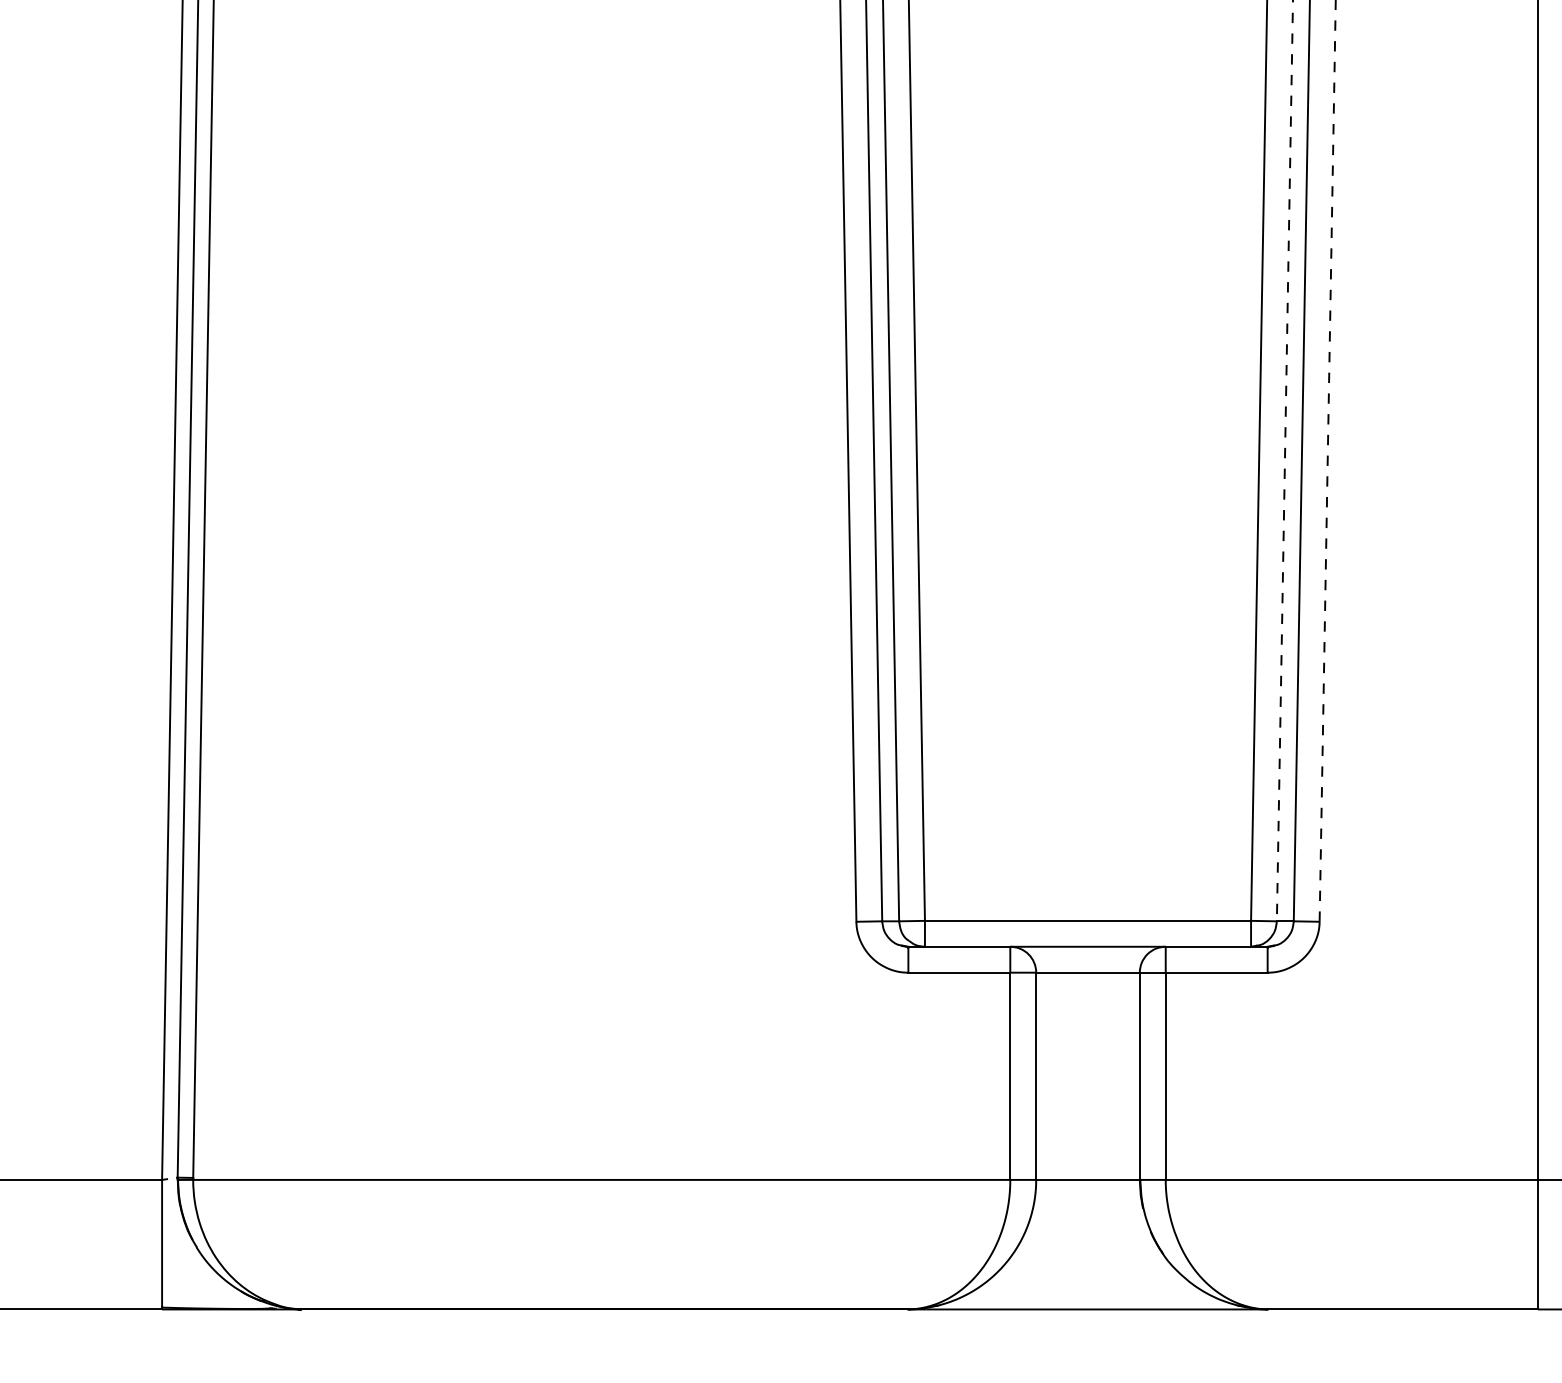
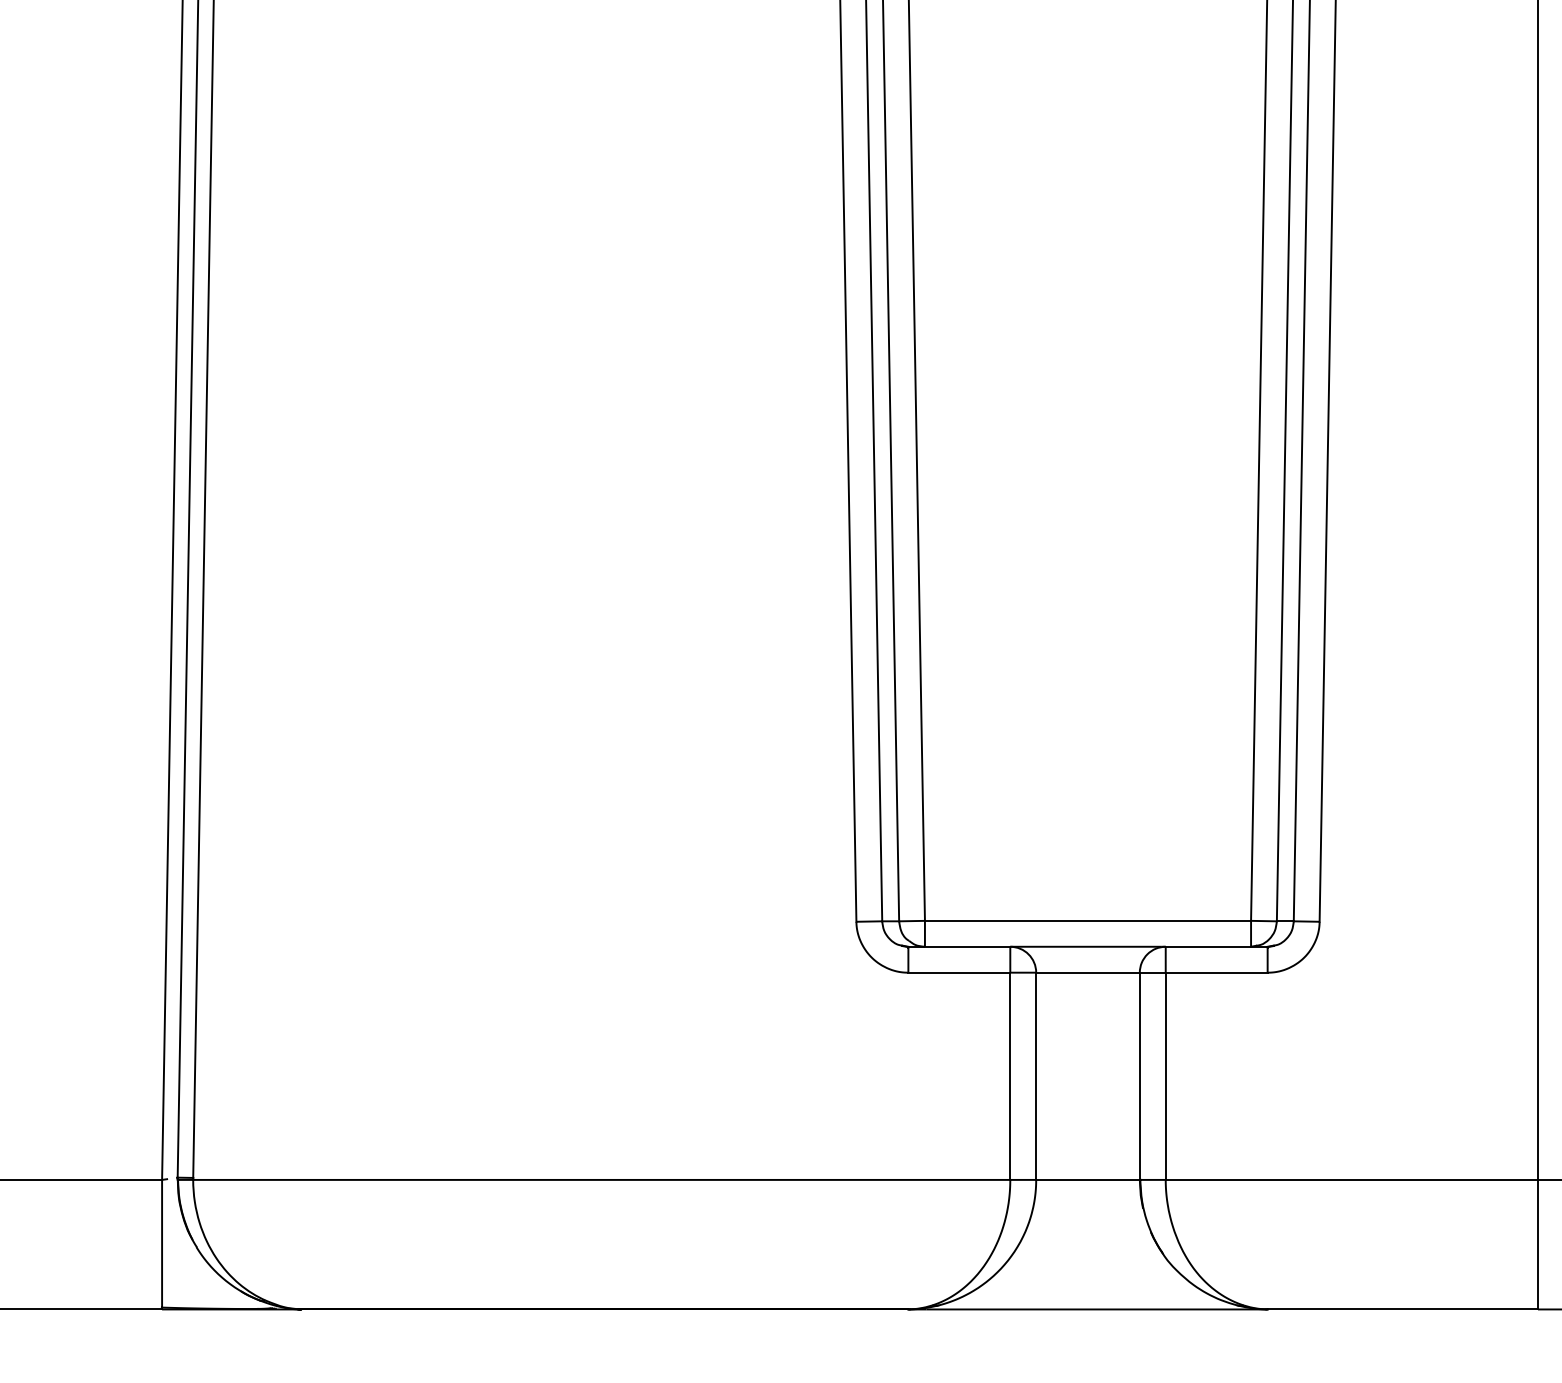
line at (1327, 460): dashed -> solid
line at (1284, 461): dashed -> solid
